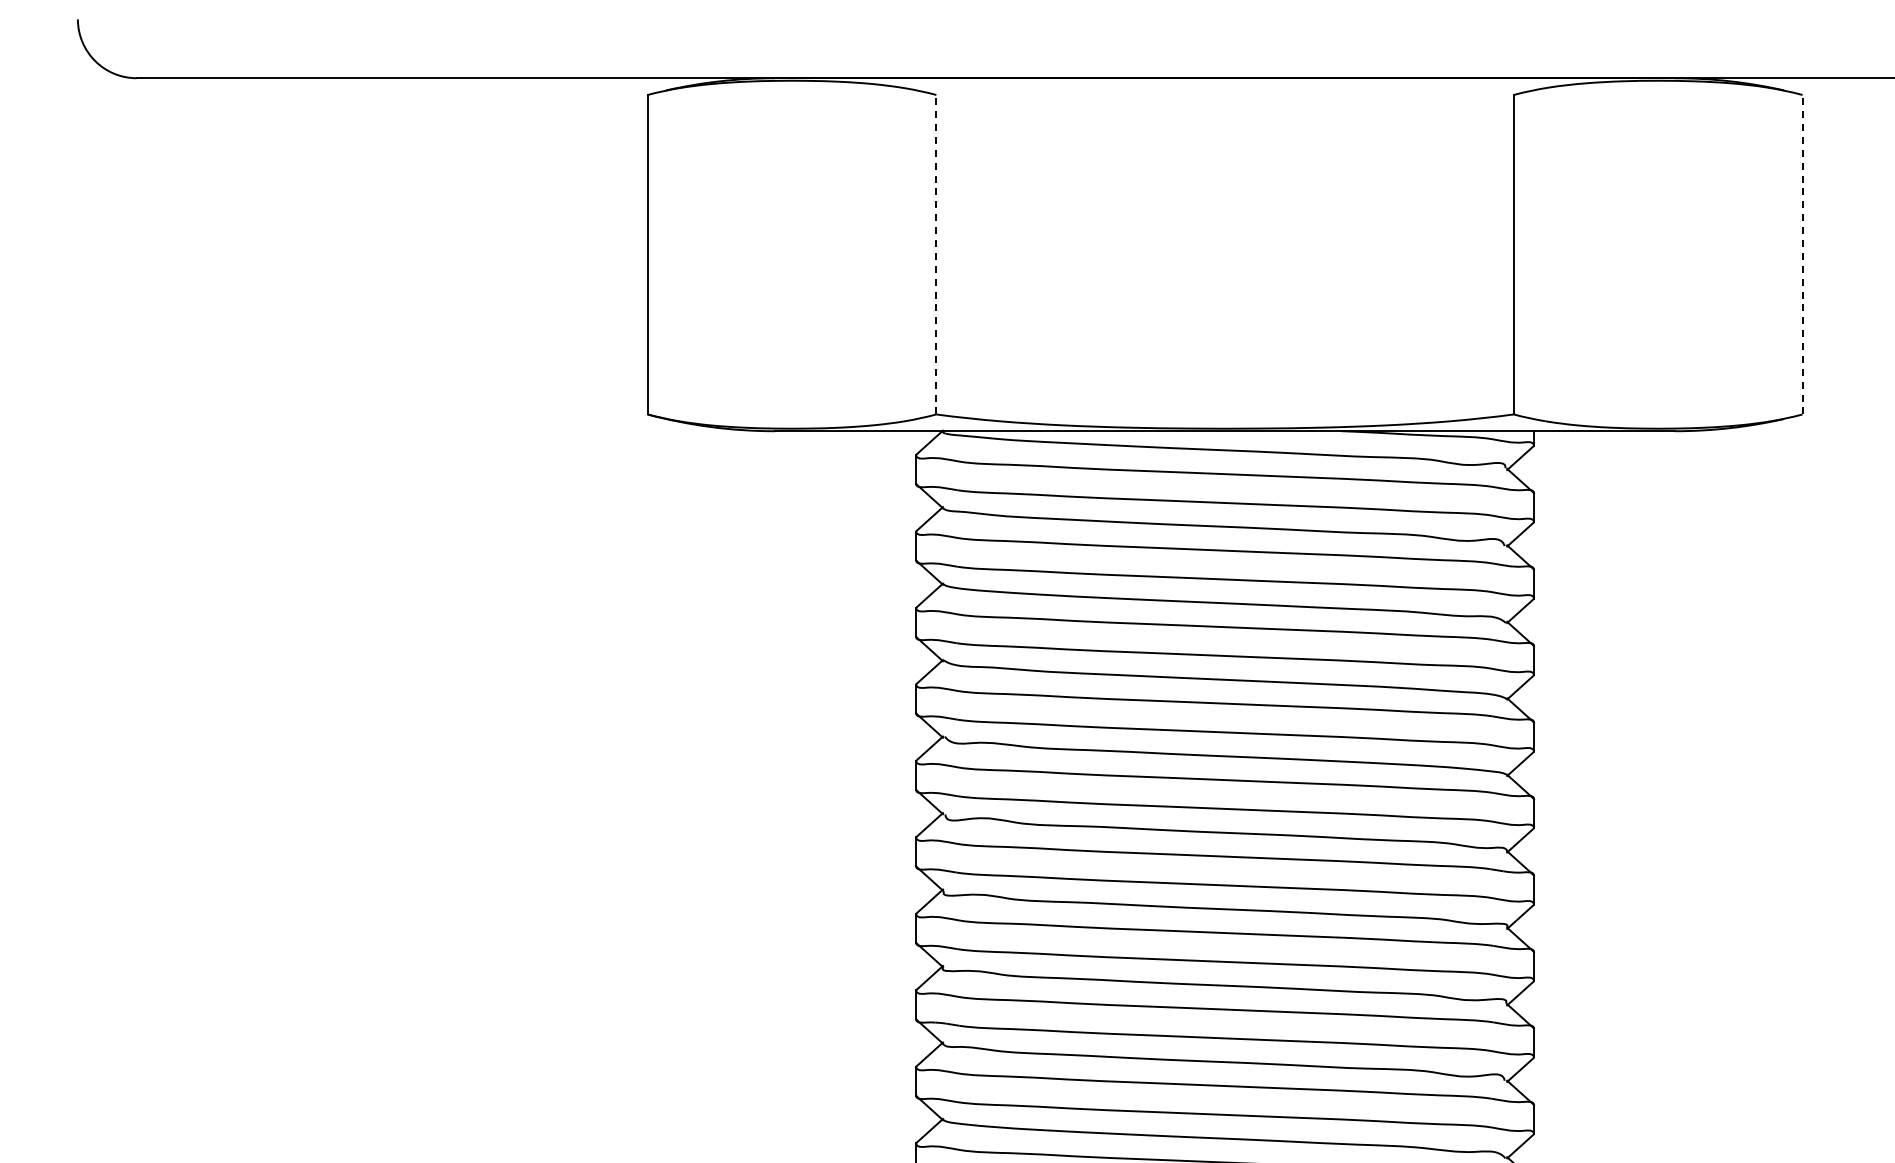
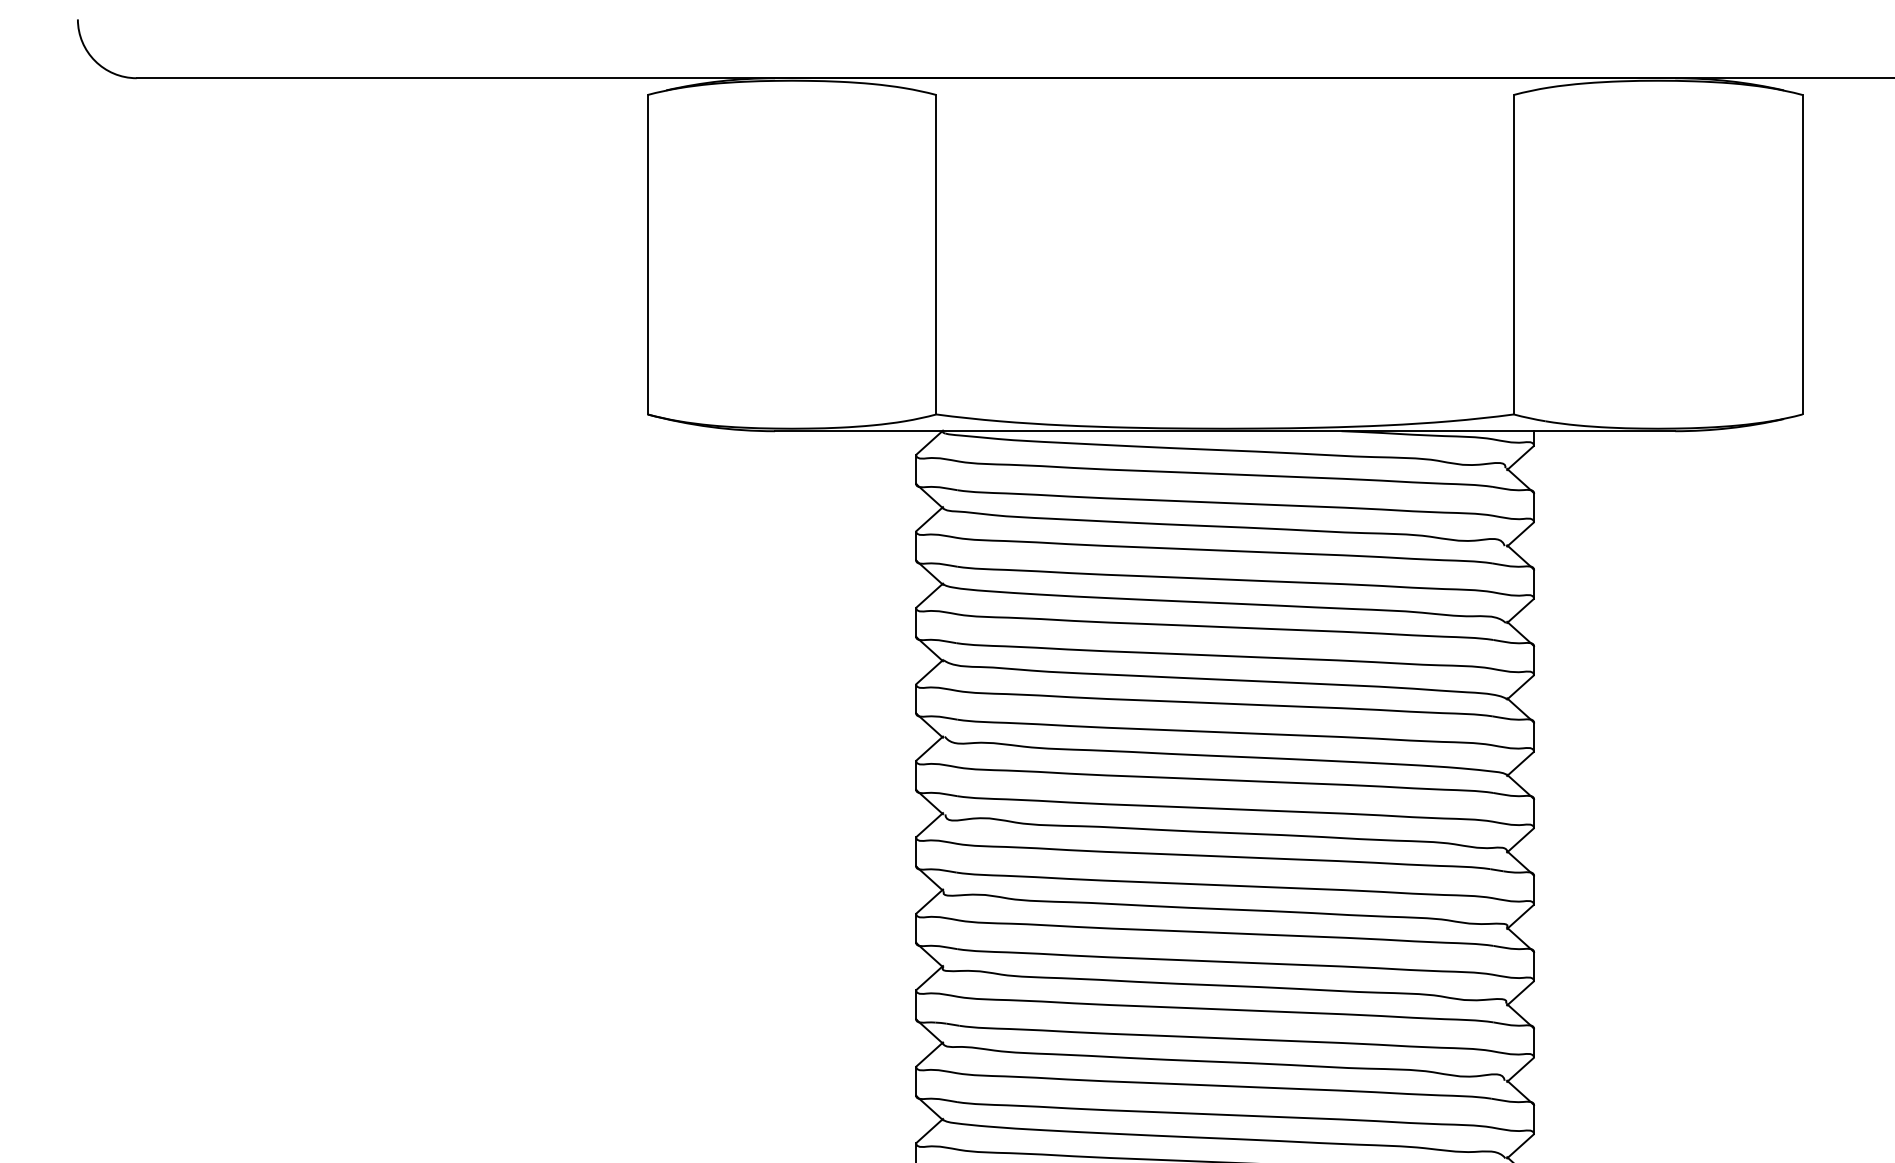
line at (936, 254): dashed -> solid
line at (1802, 254): dashed -> solid
